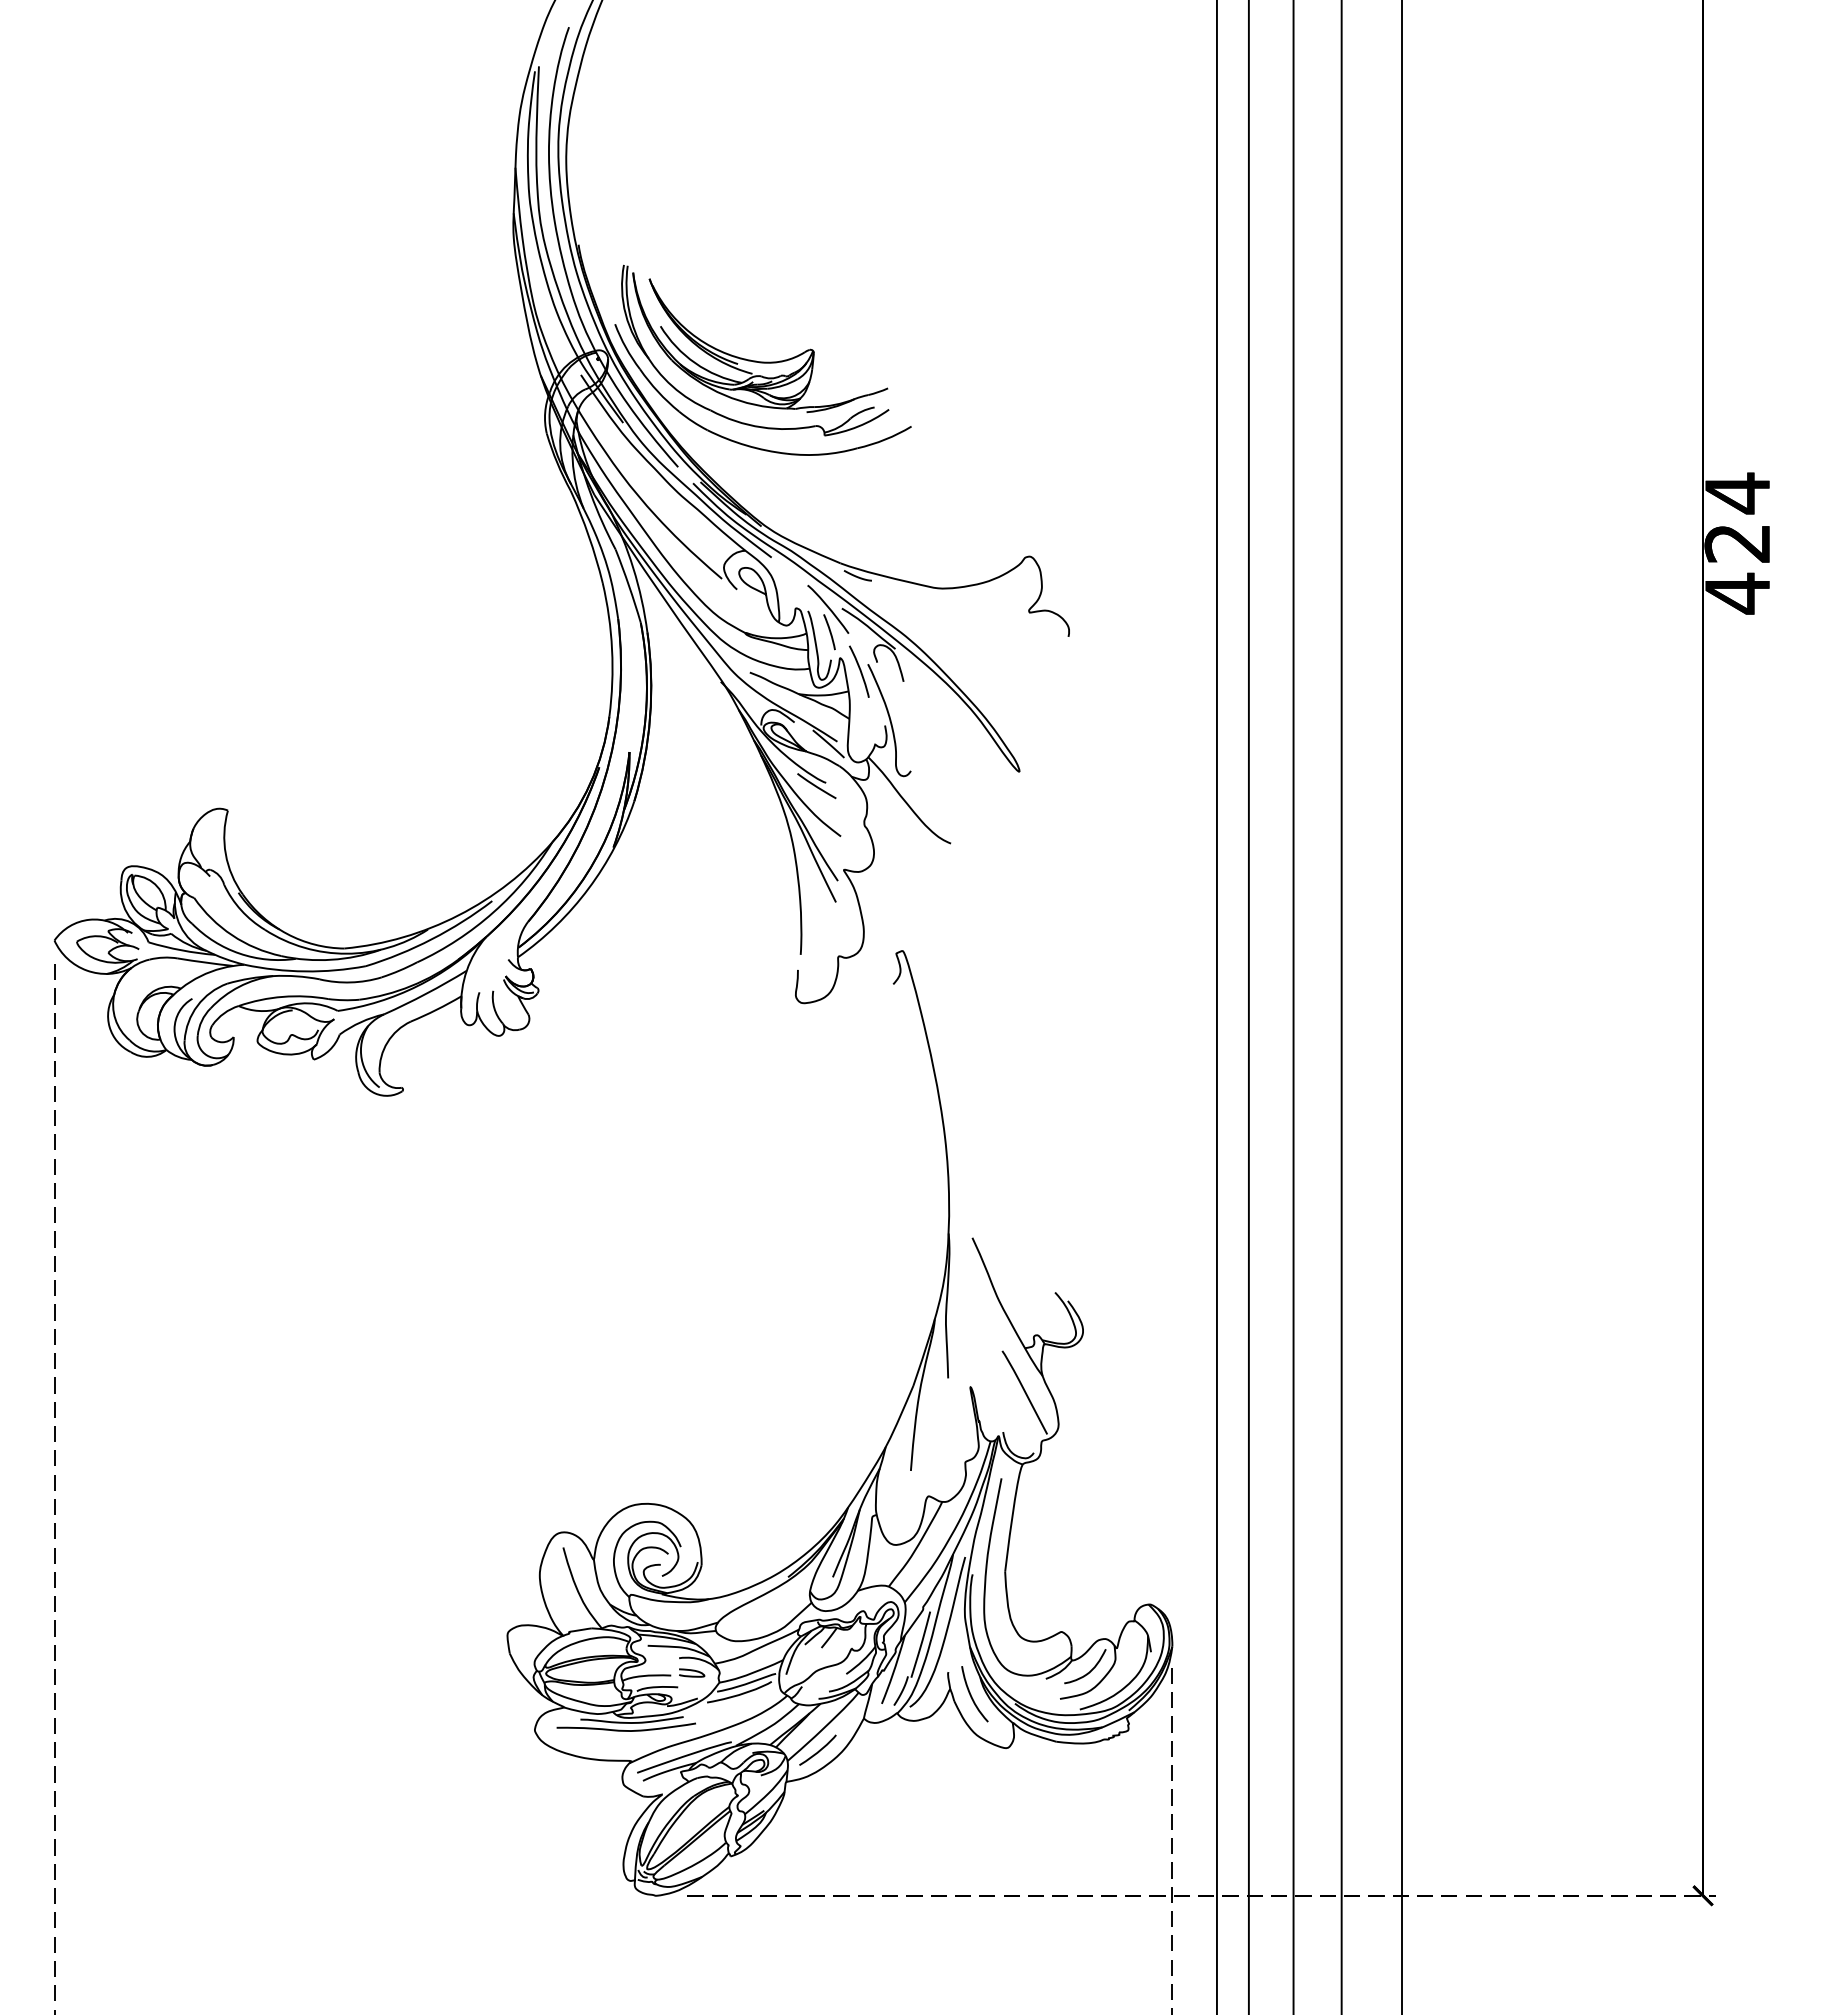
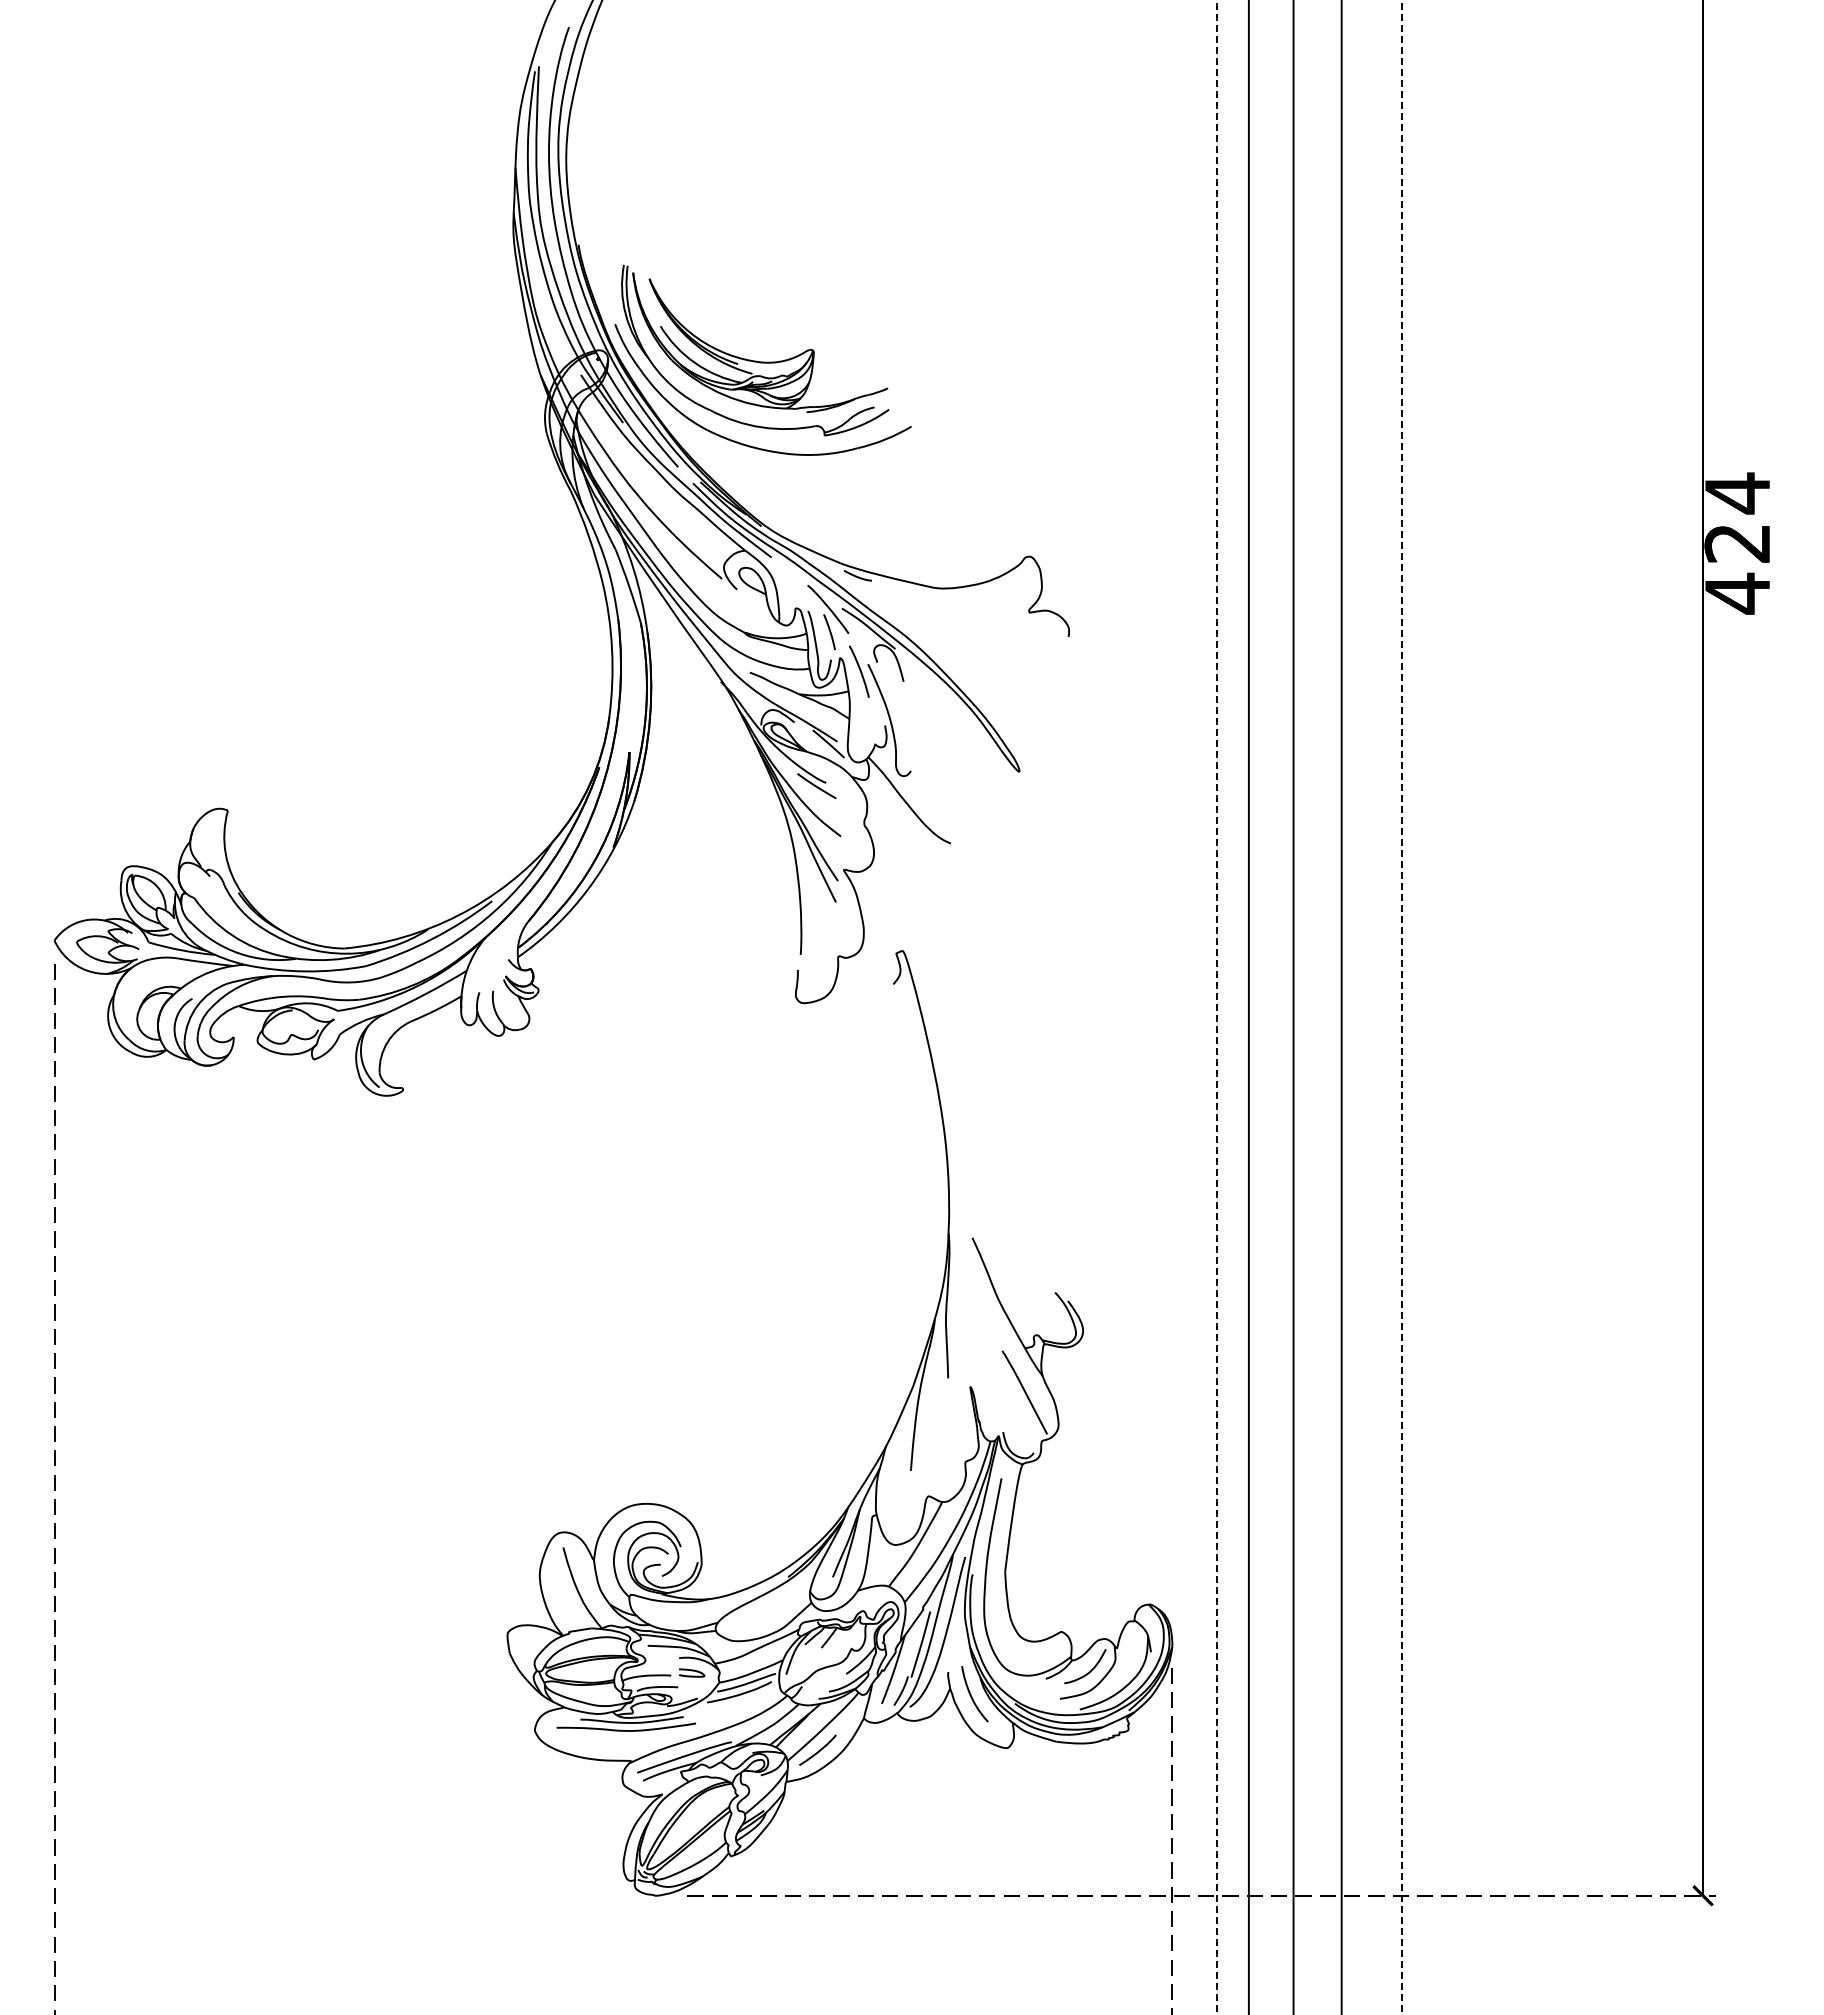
line at (1216, 1007): solid -> dashed
line at (1402, 1007): solid -> dashed
